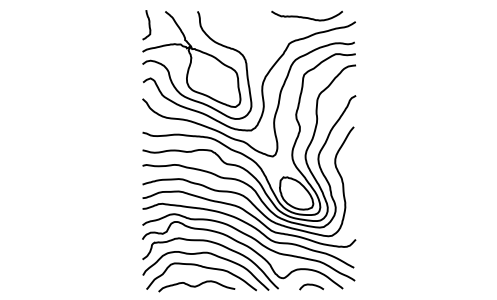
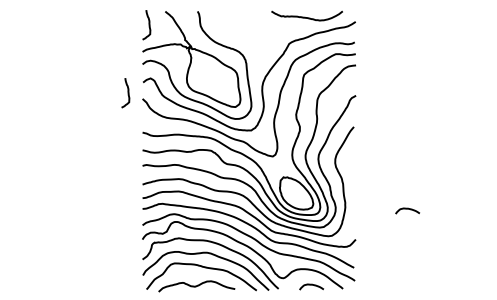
curve at (127, 93): none -> present
curve at (407, 209): none -> present
